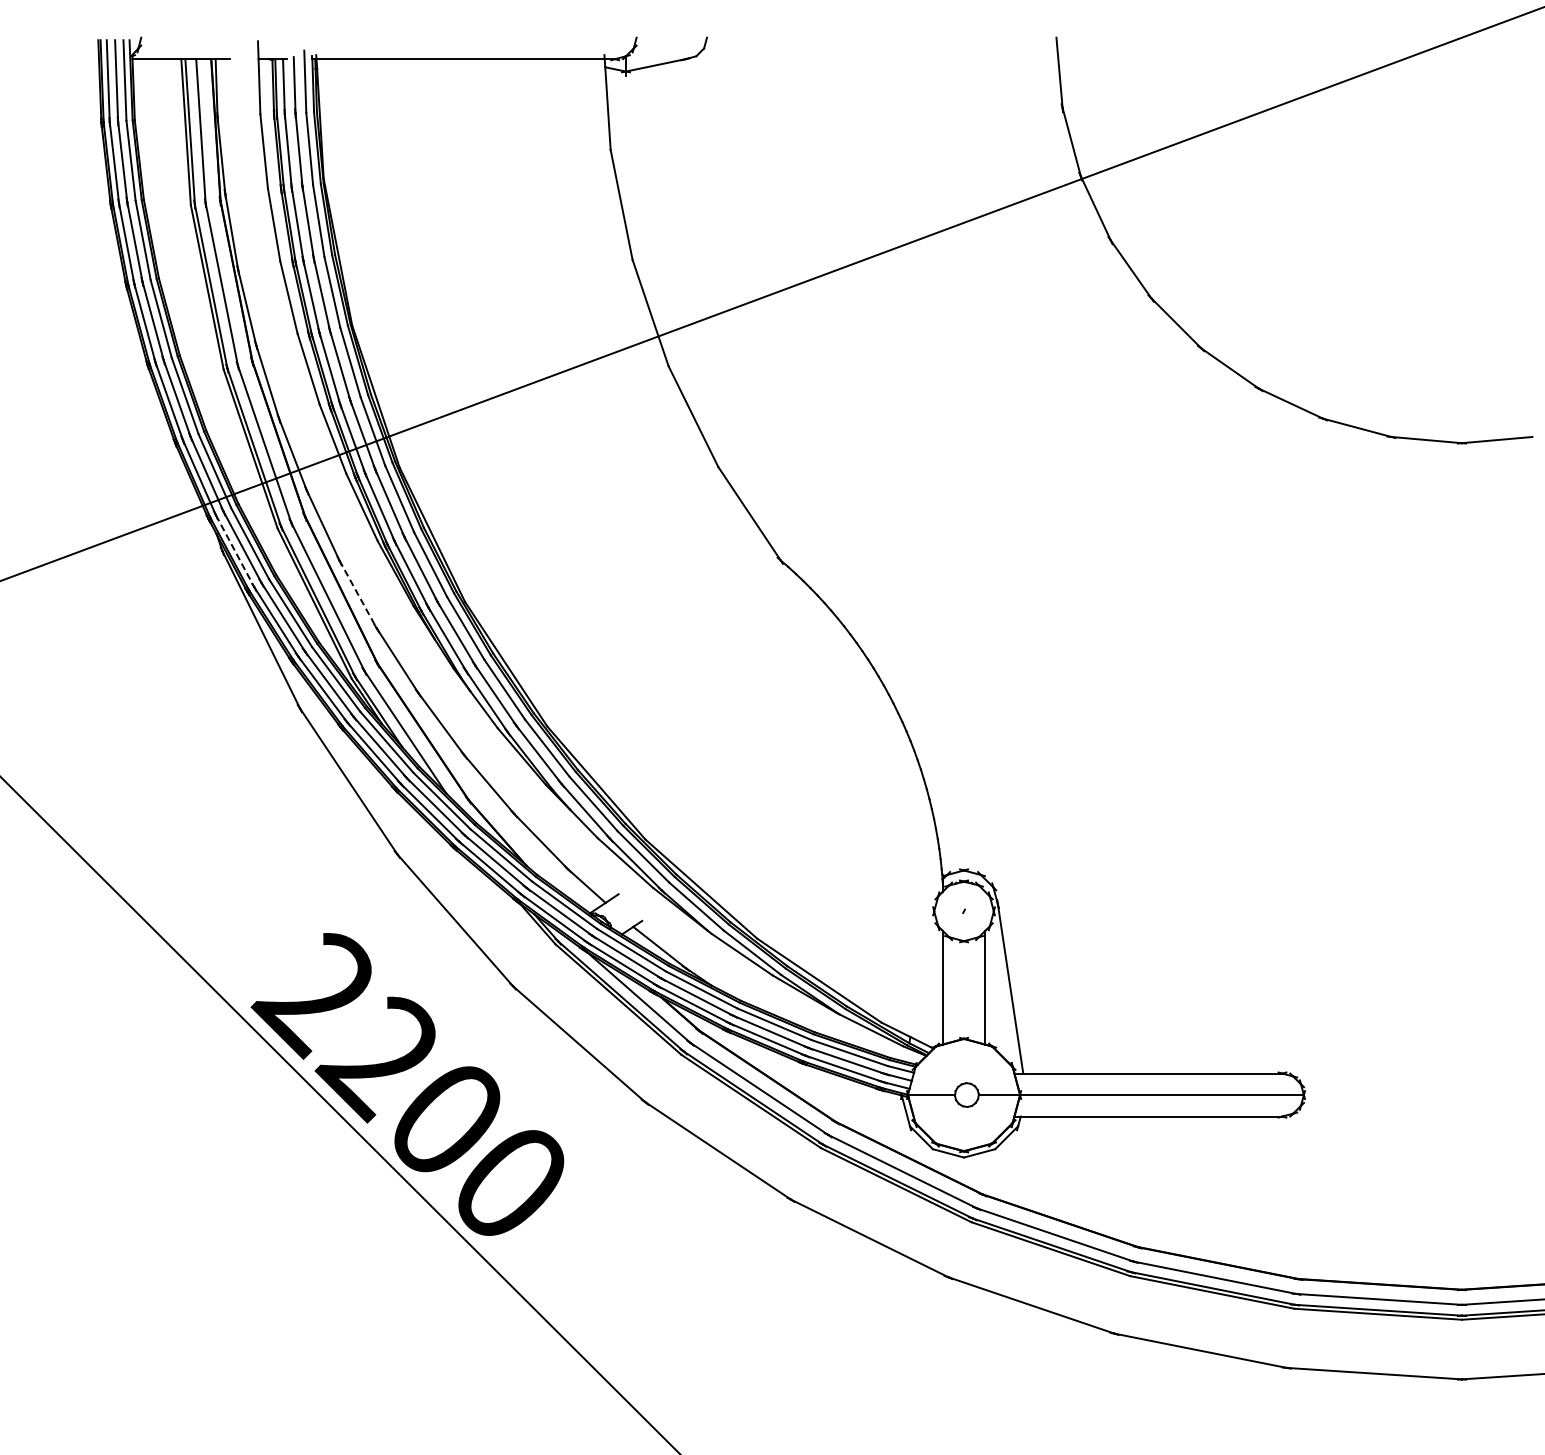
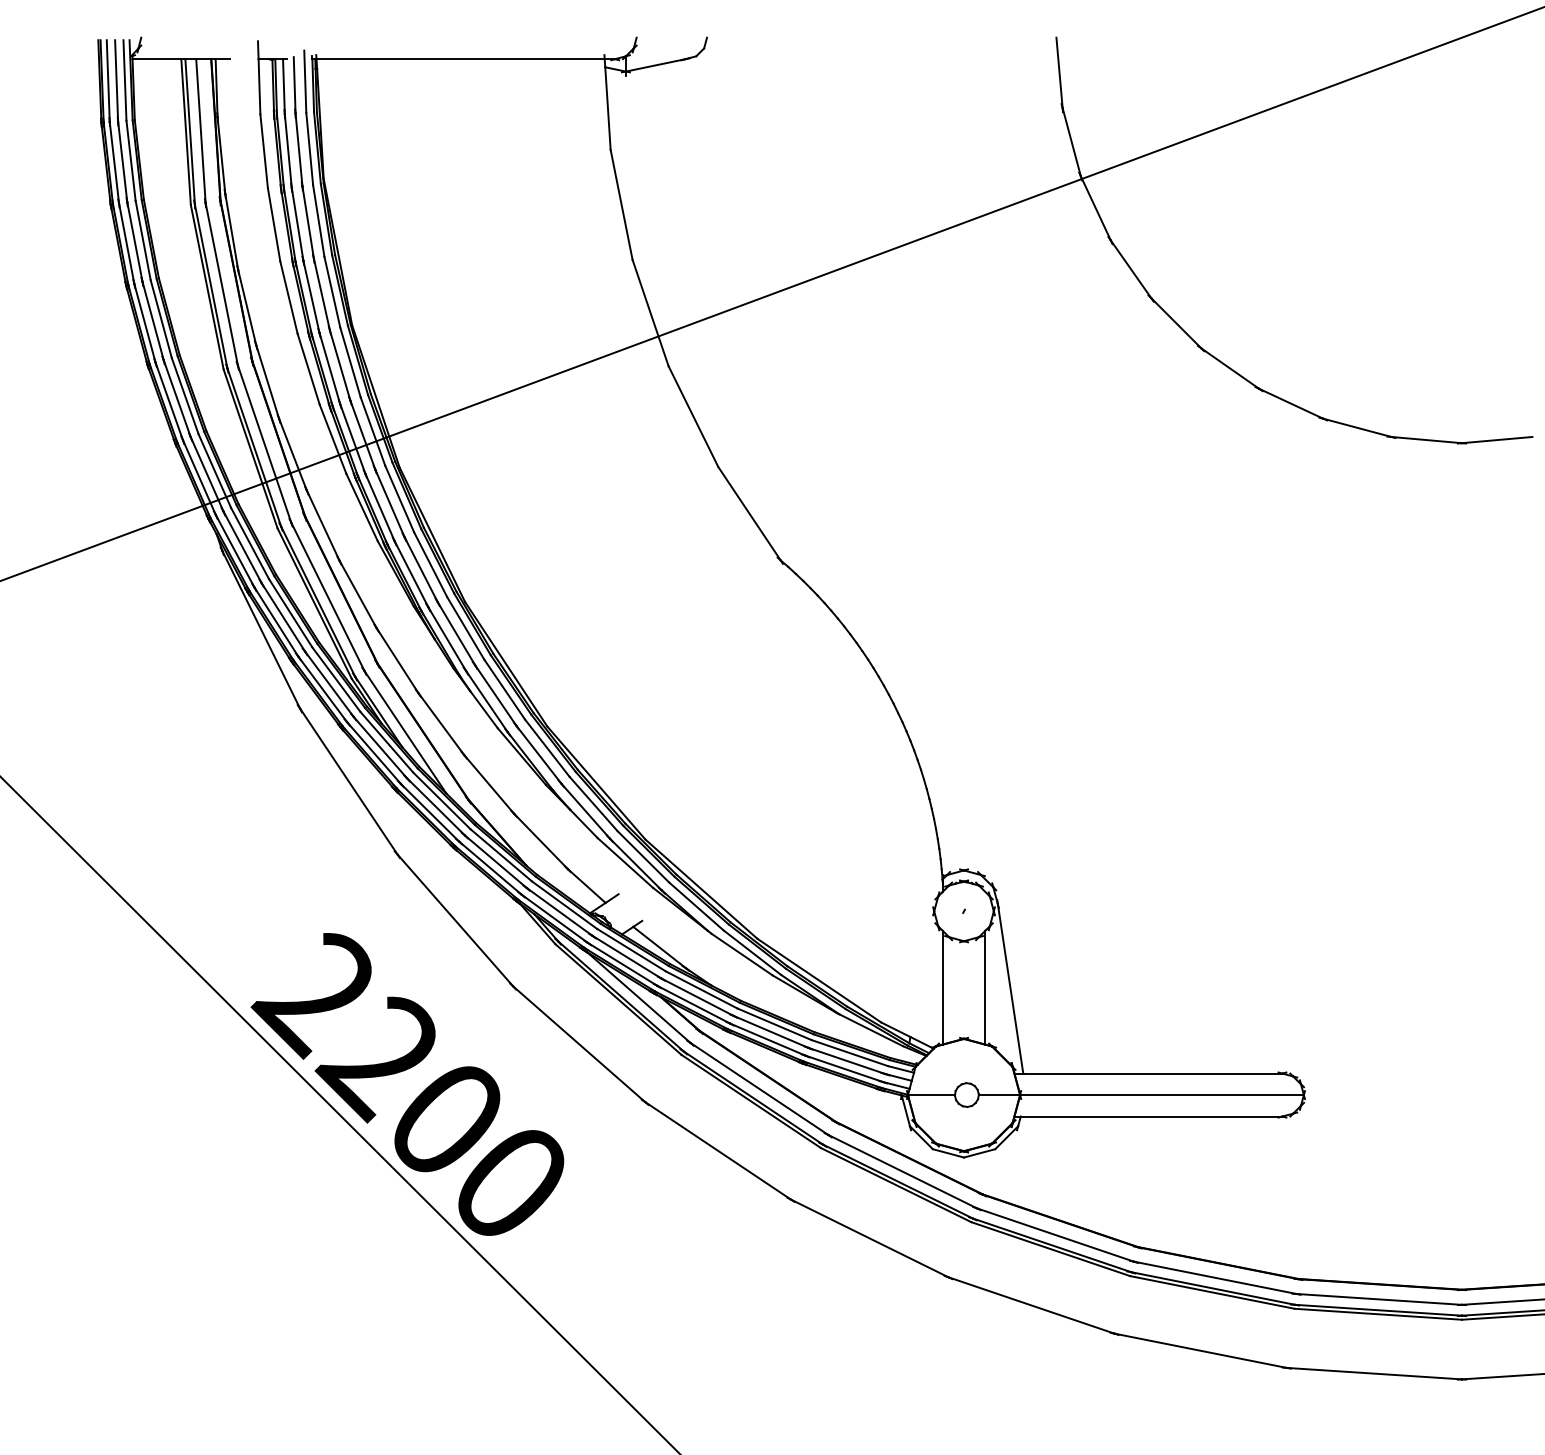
line at (235, 551): dashed -> solid
line at (358, 594): dashed -> solid
